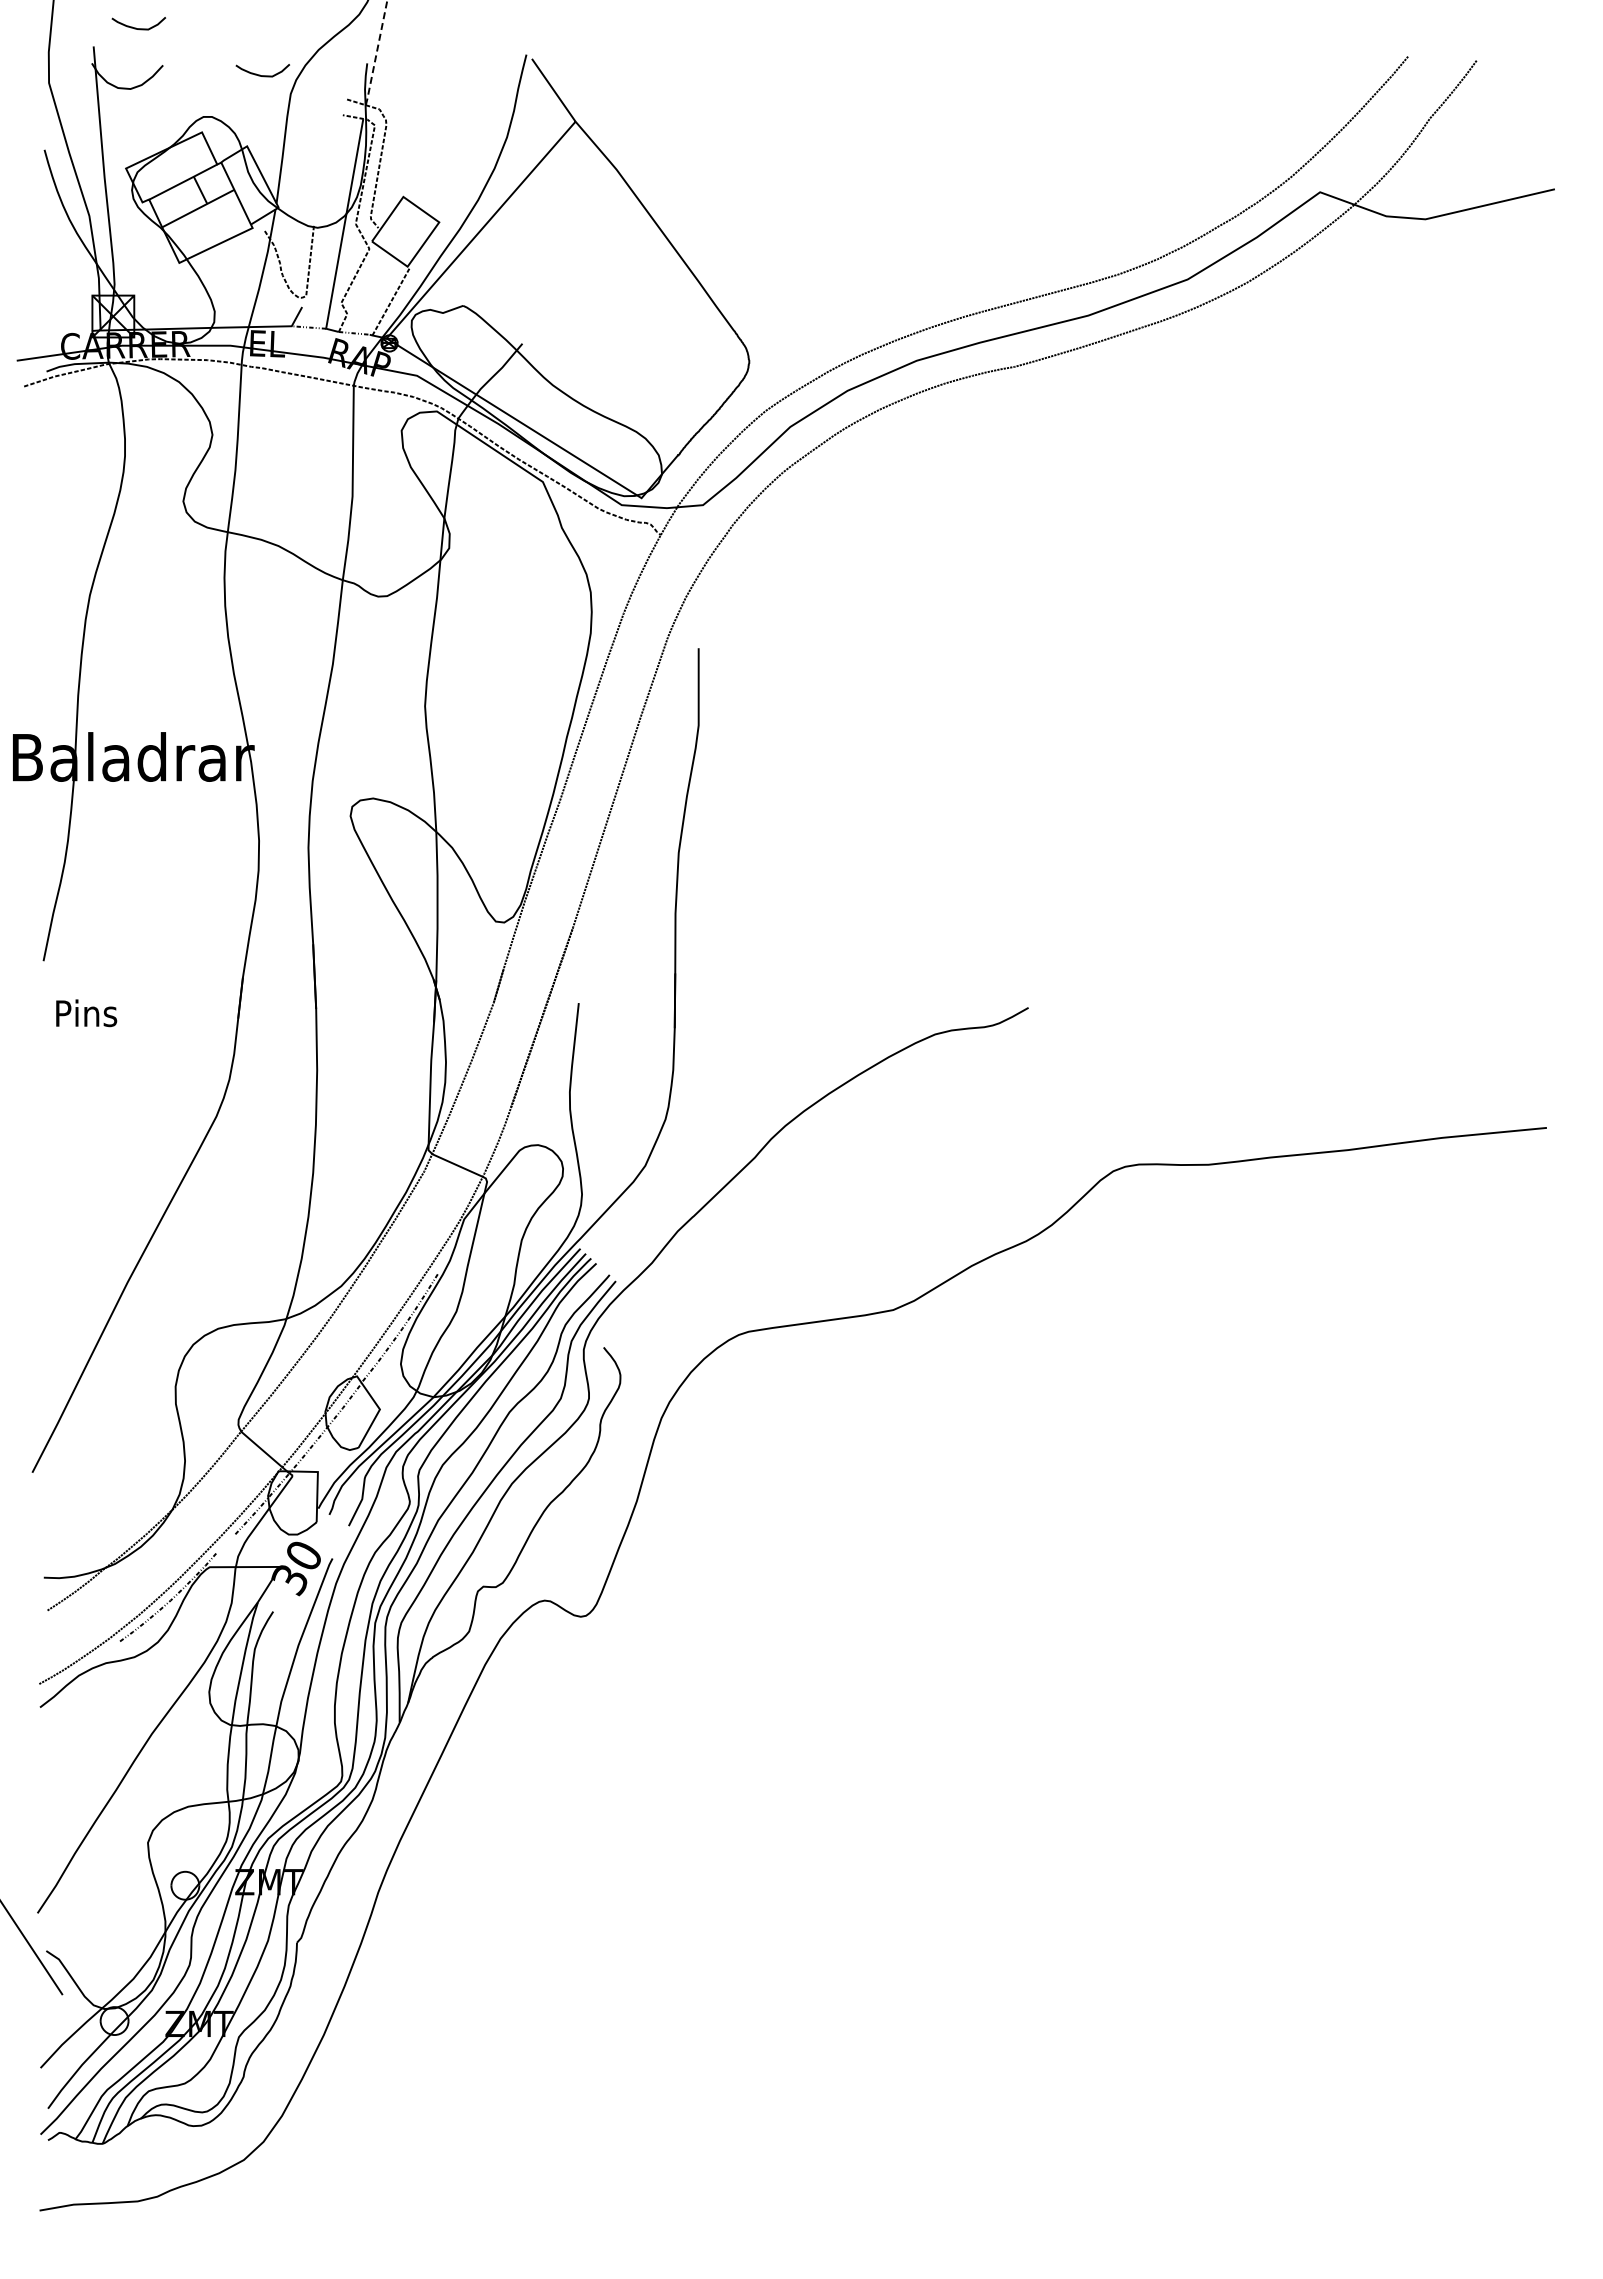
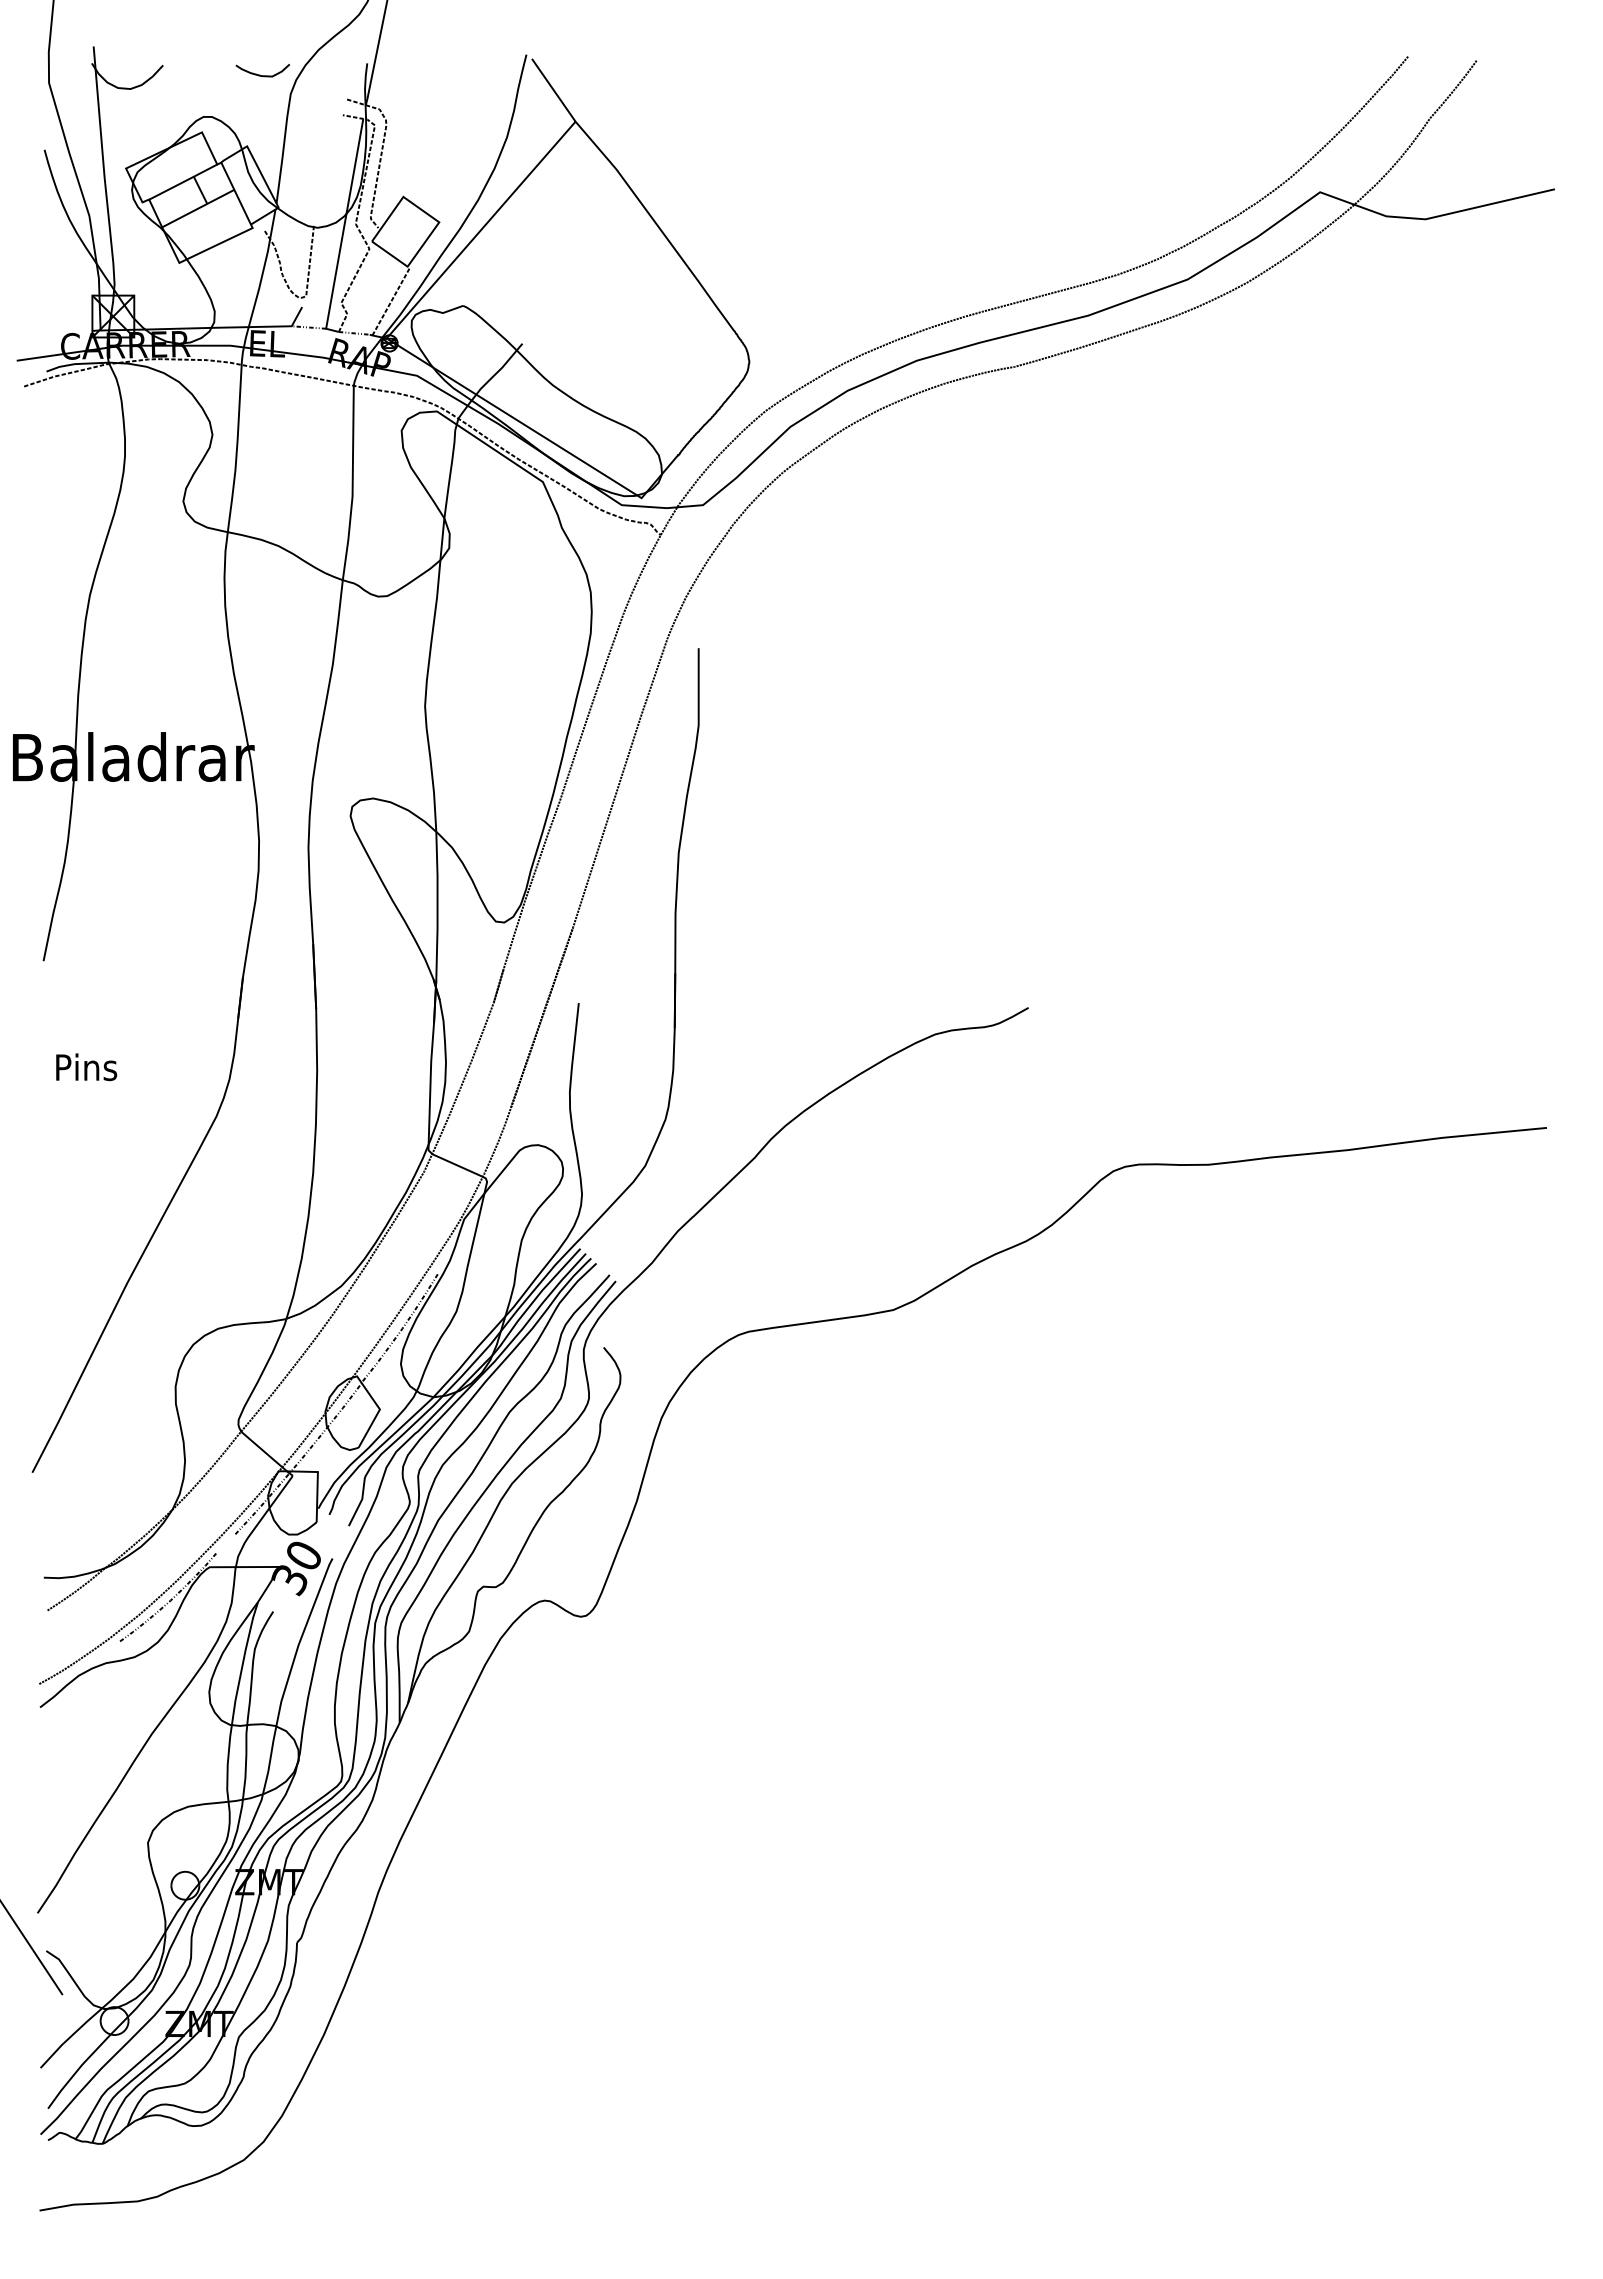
curve at (136, 27): present -> none
line at (376, 54): dashed -> solid
text at (86, 1013) position: (86, 1013) -> (86, 1067)
